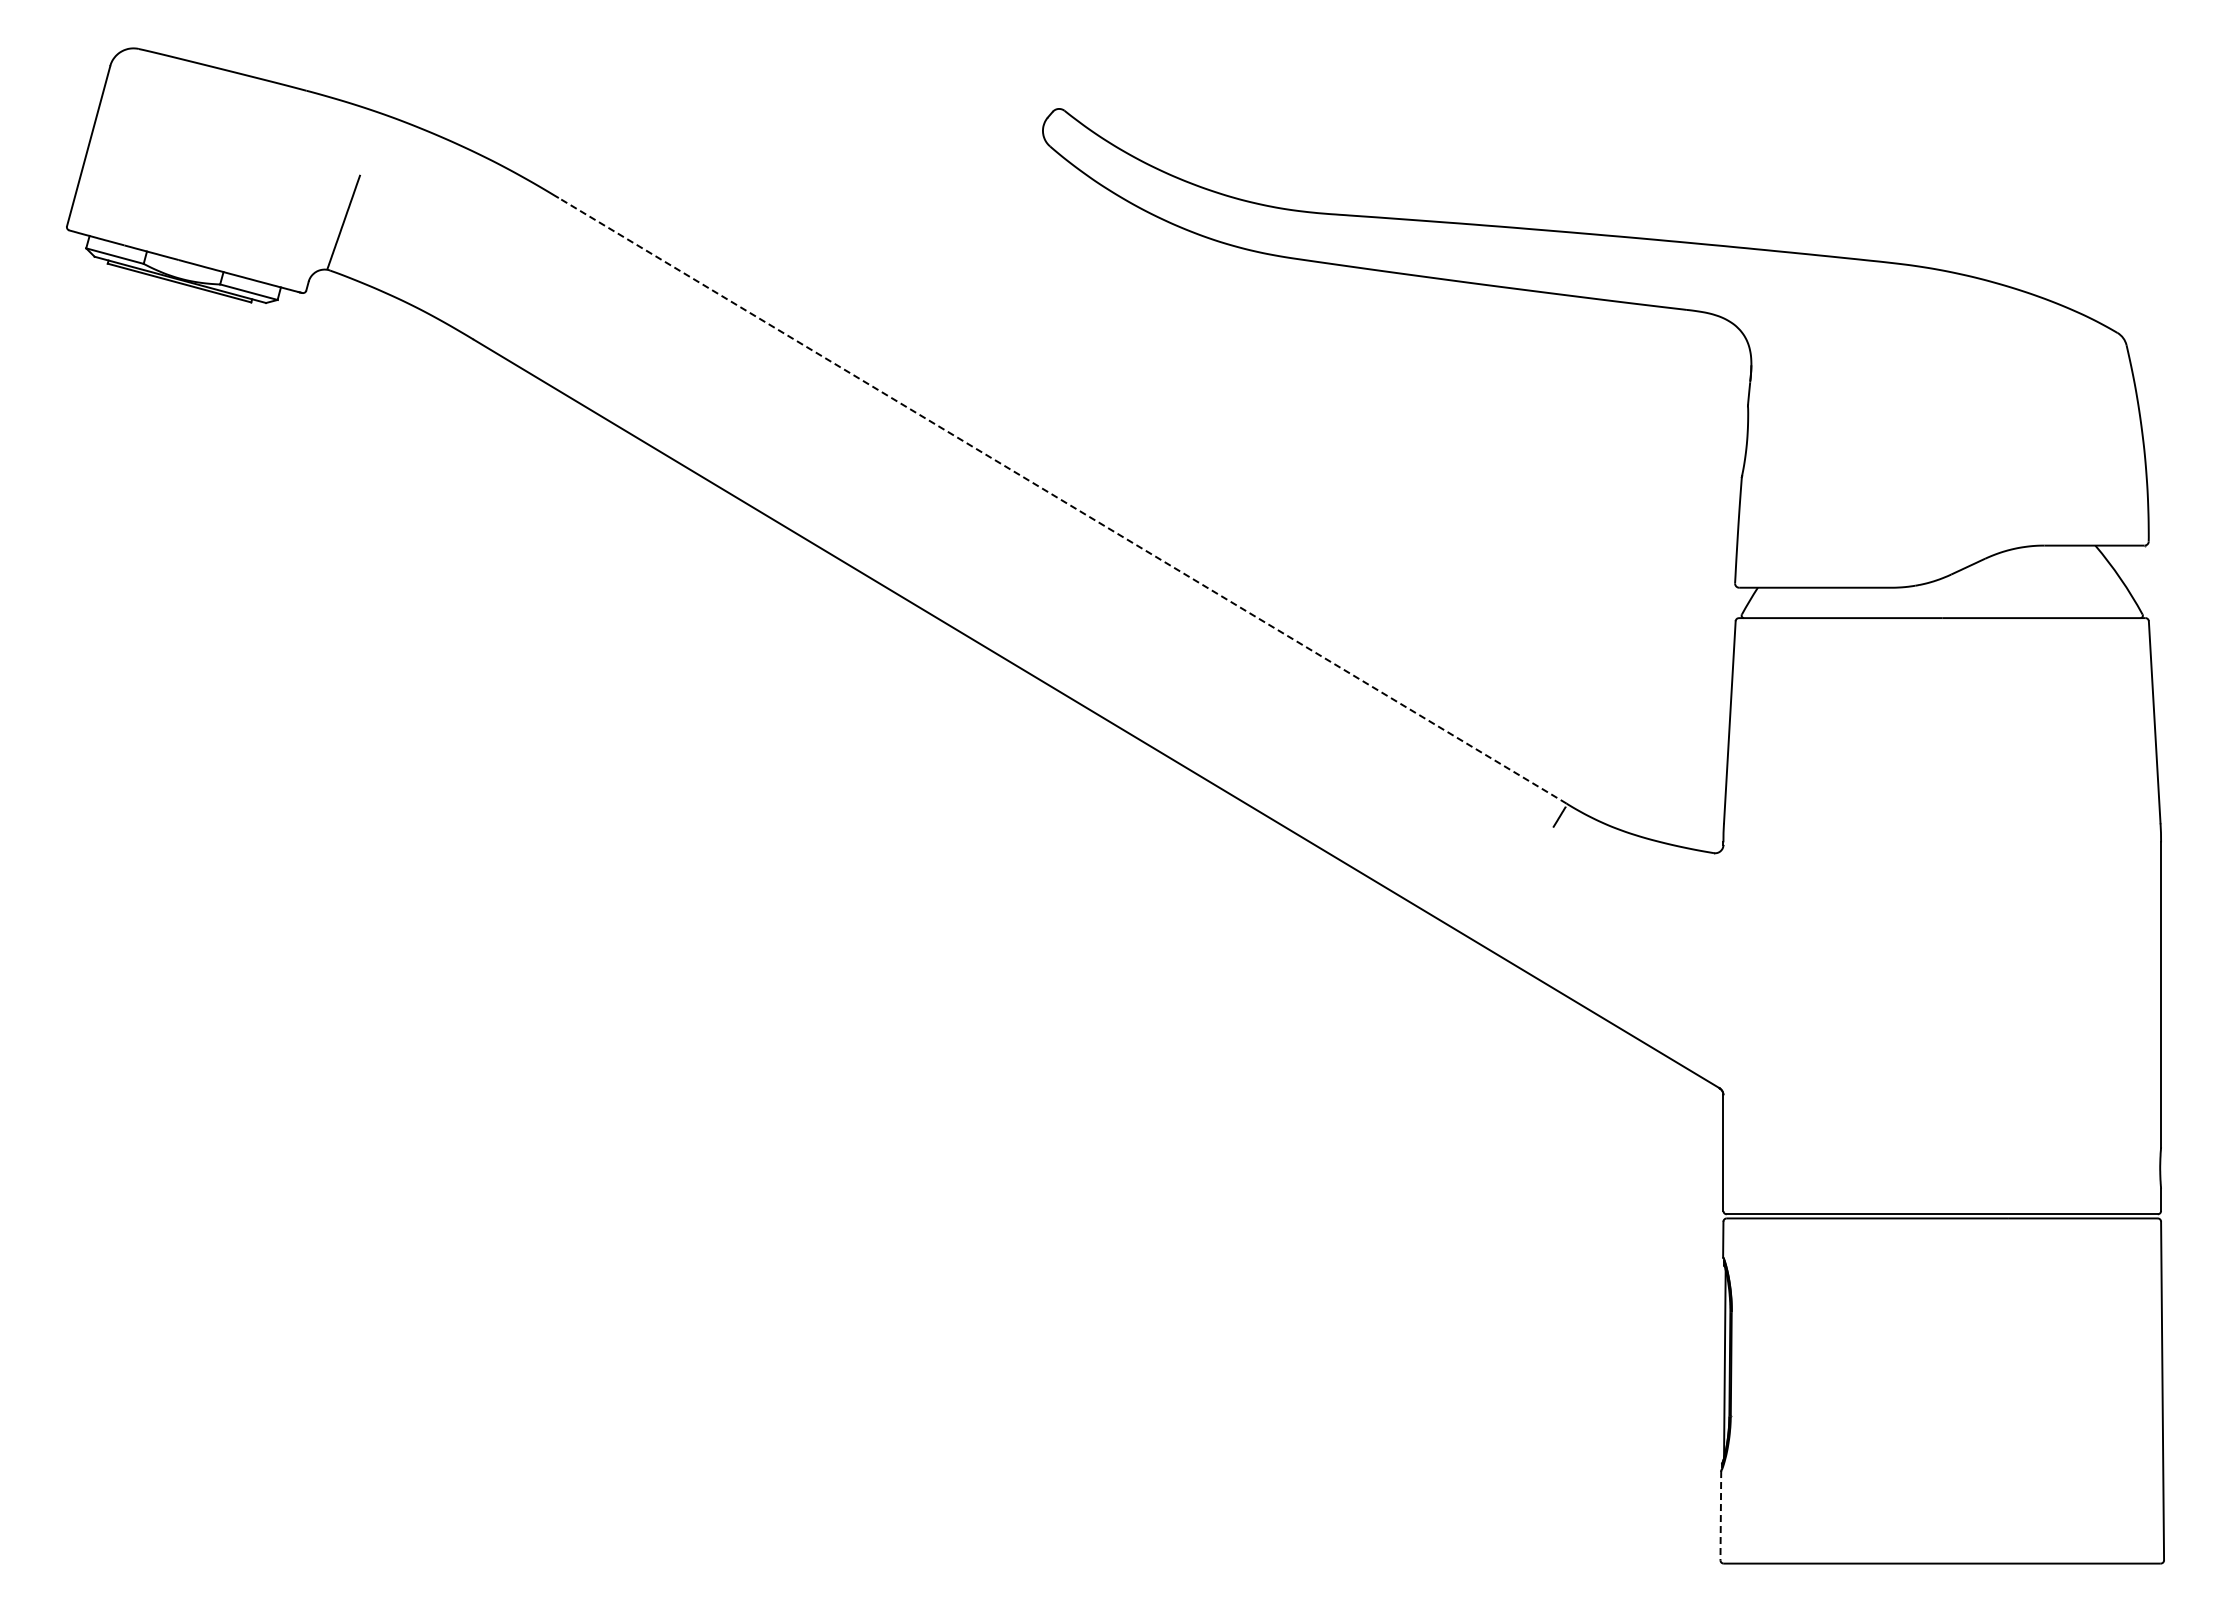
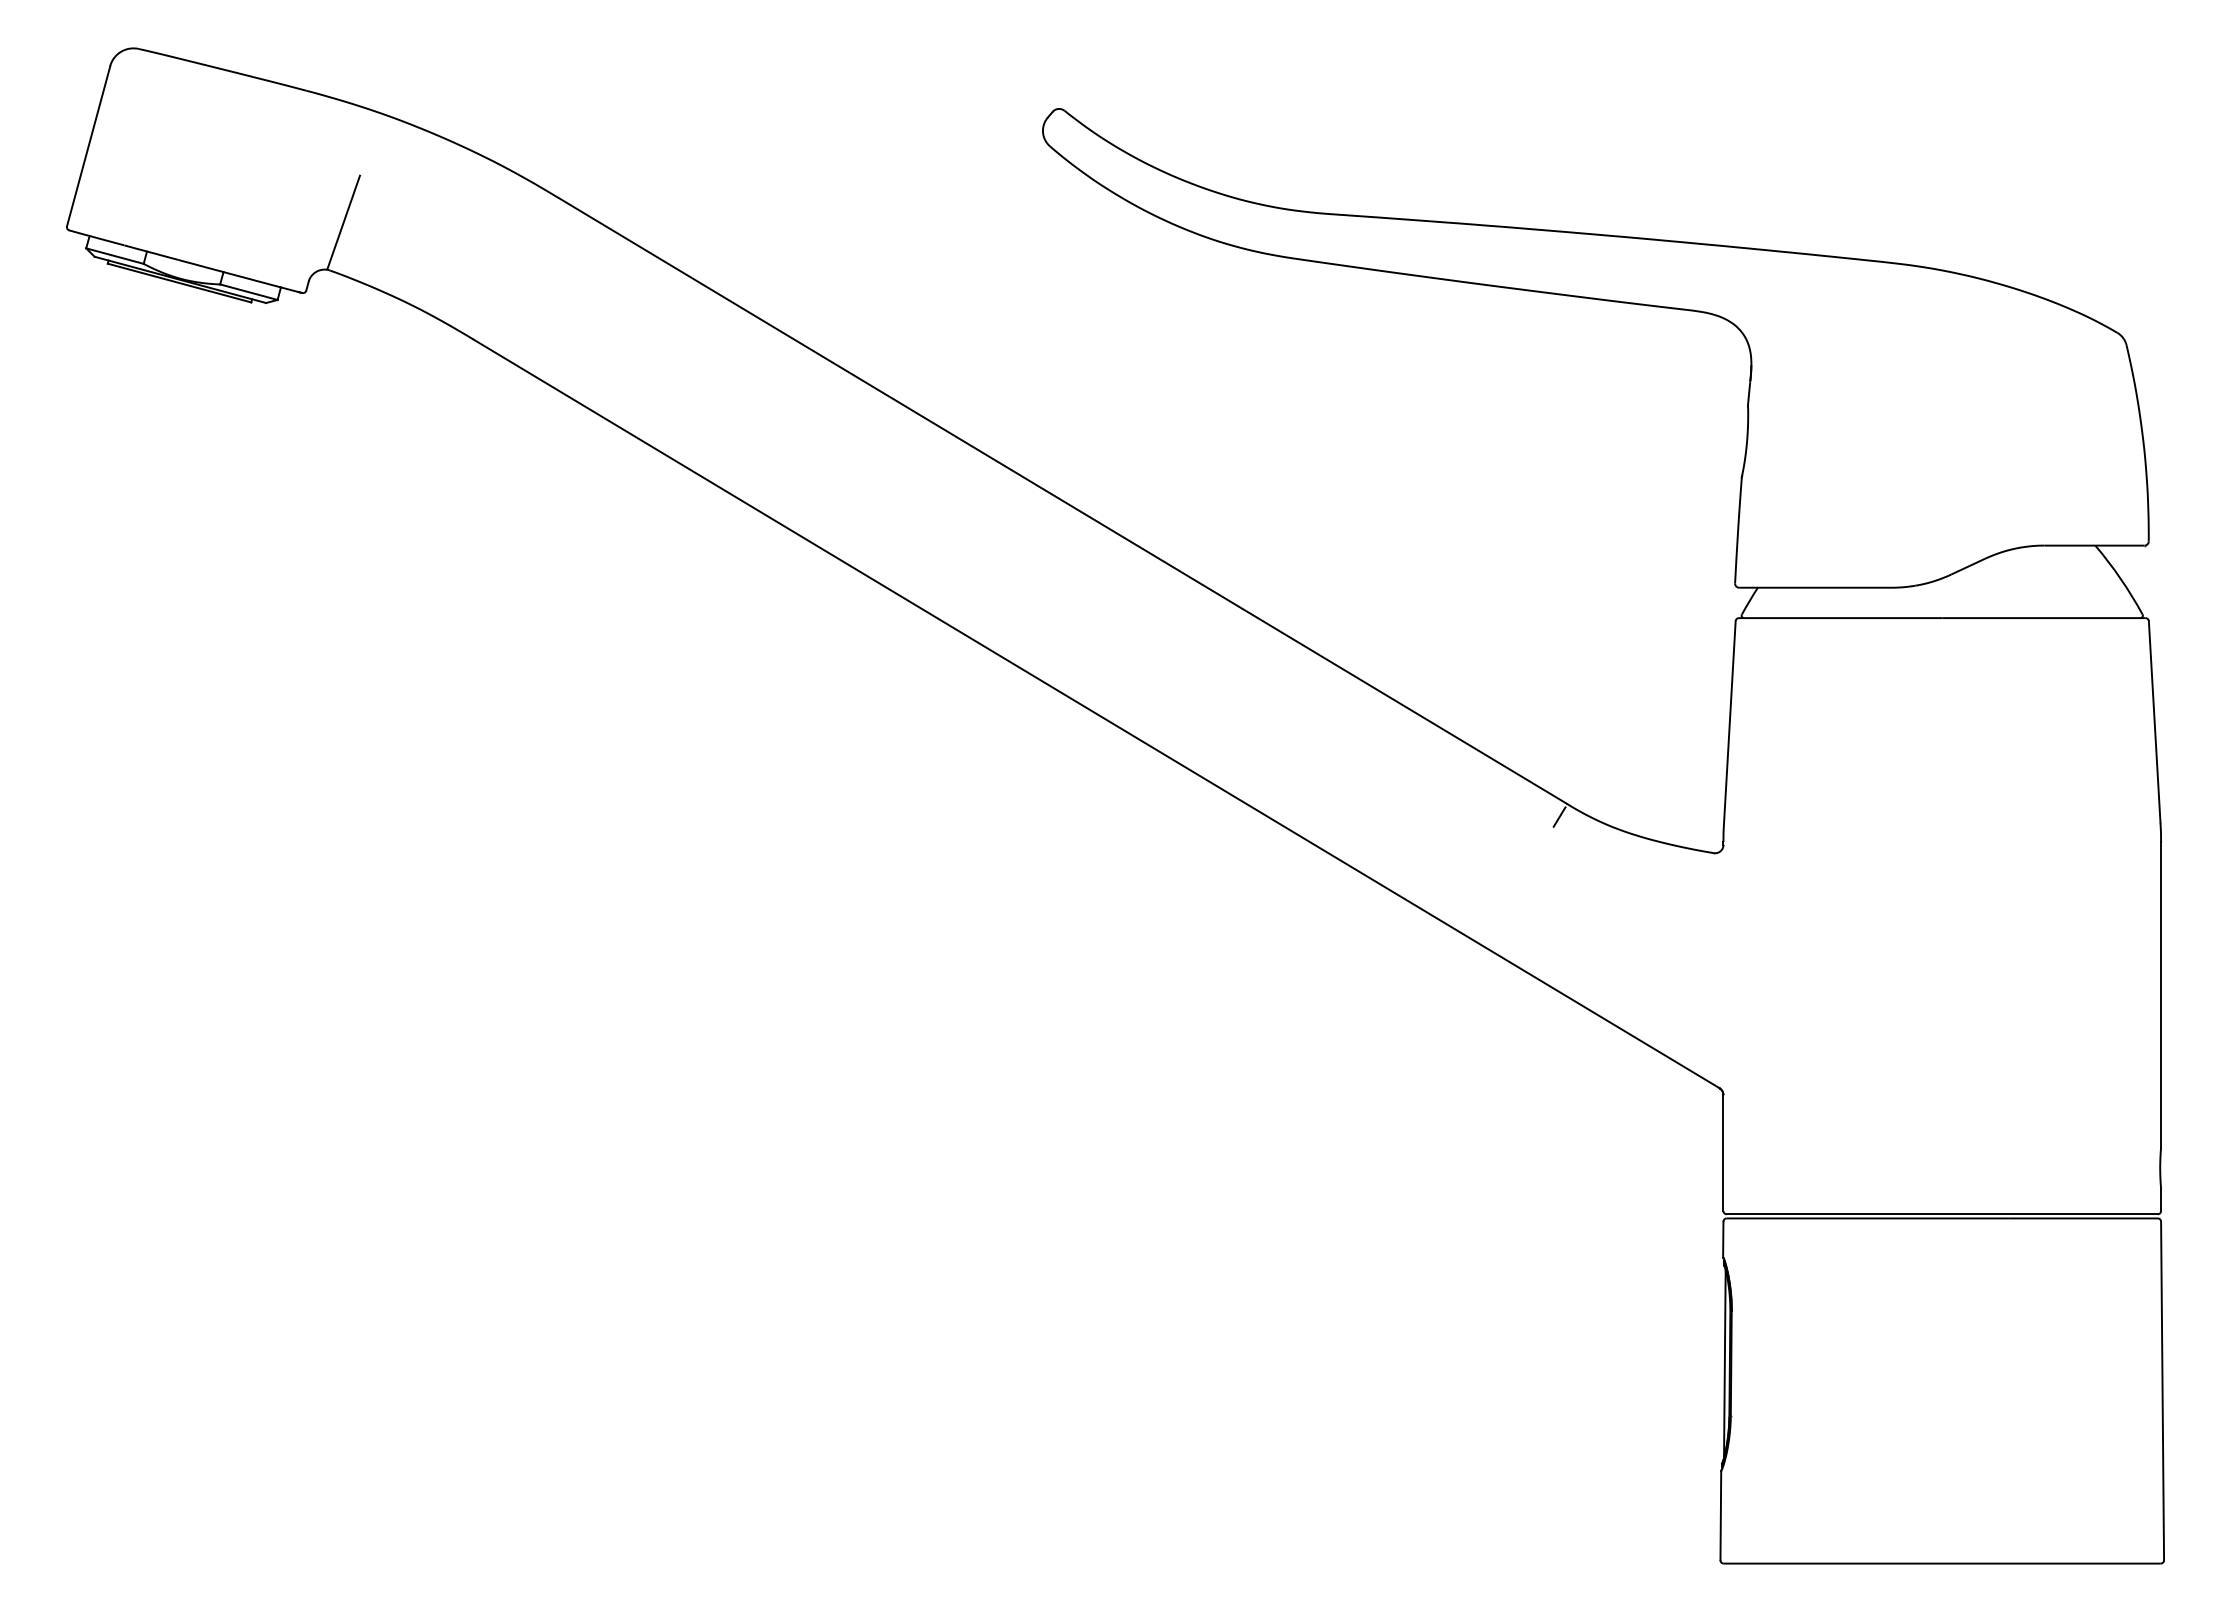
line at (1062, 500): dashed -> solid
line at (1720, 1515): dashed -> solid
